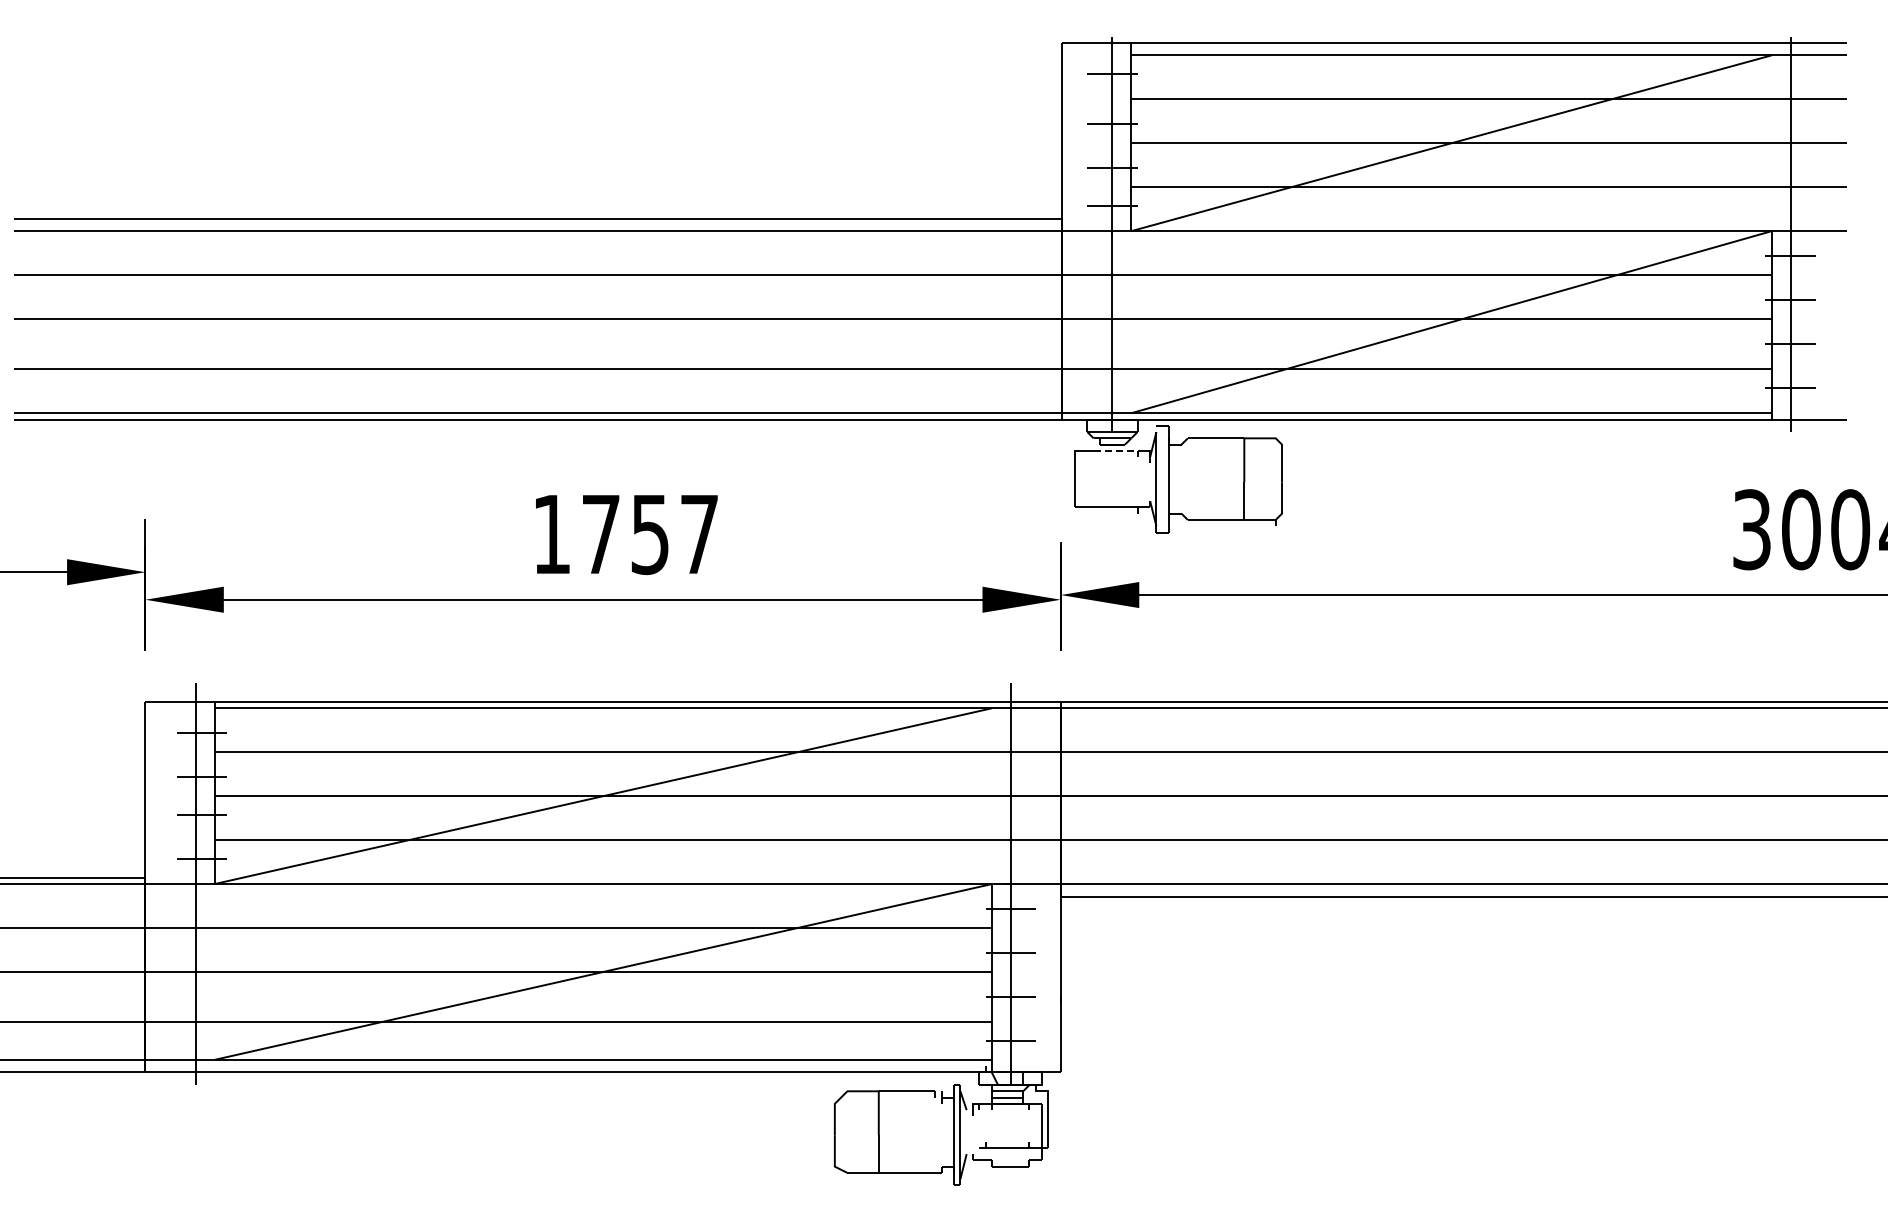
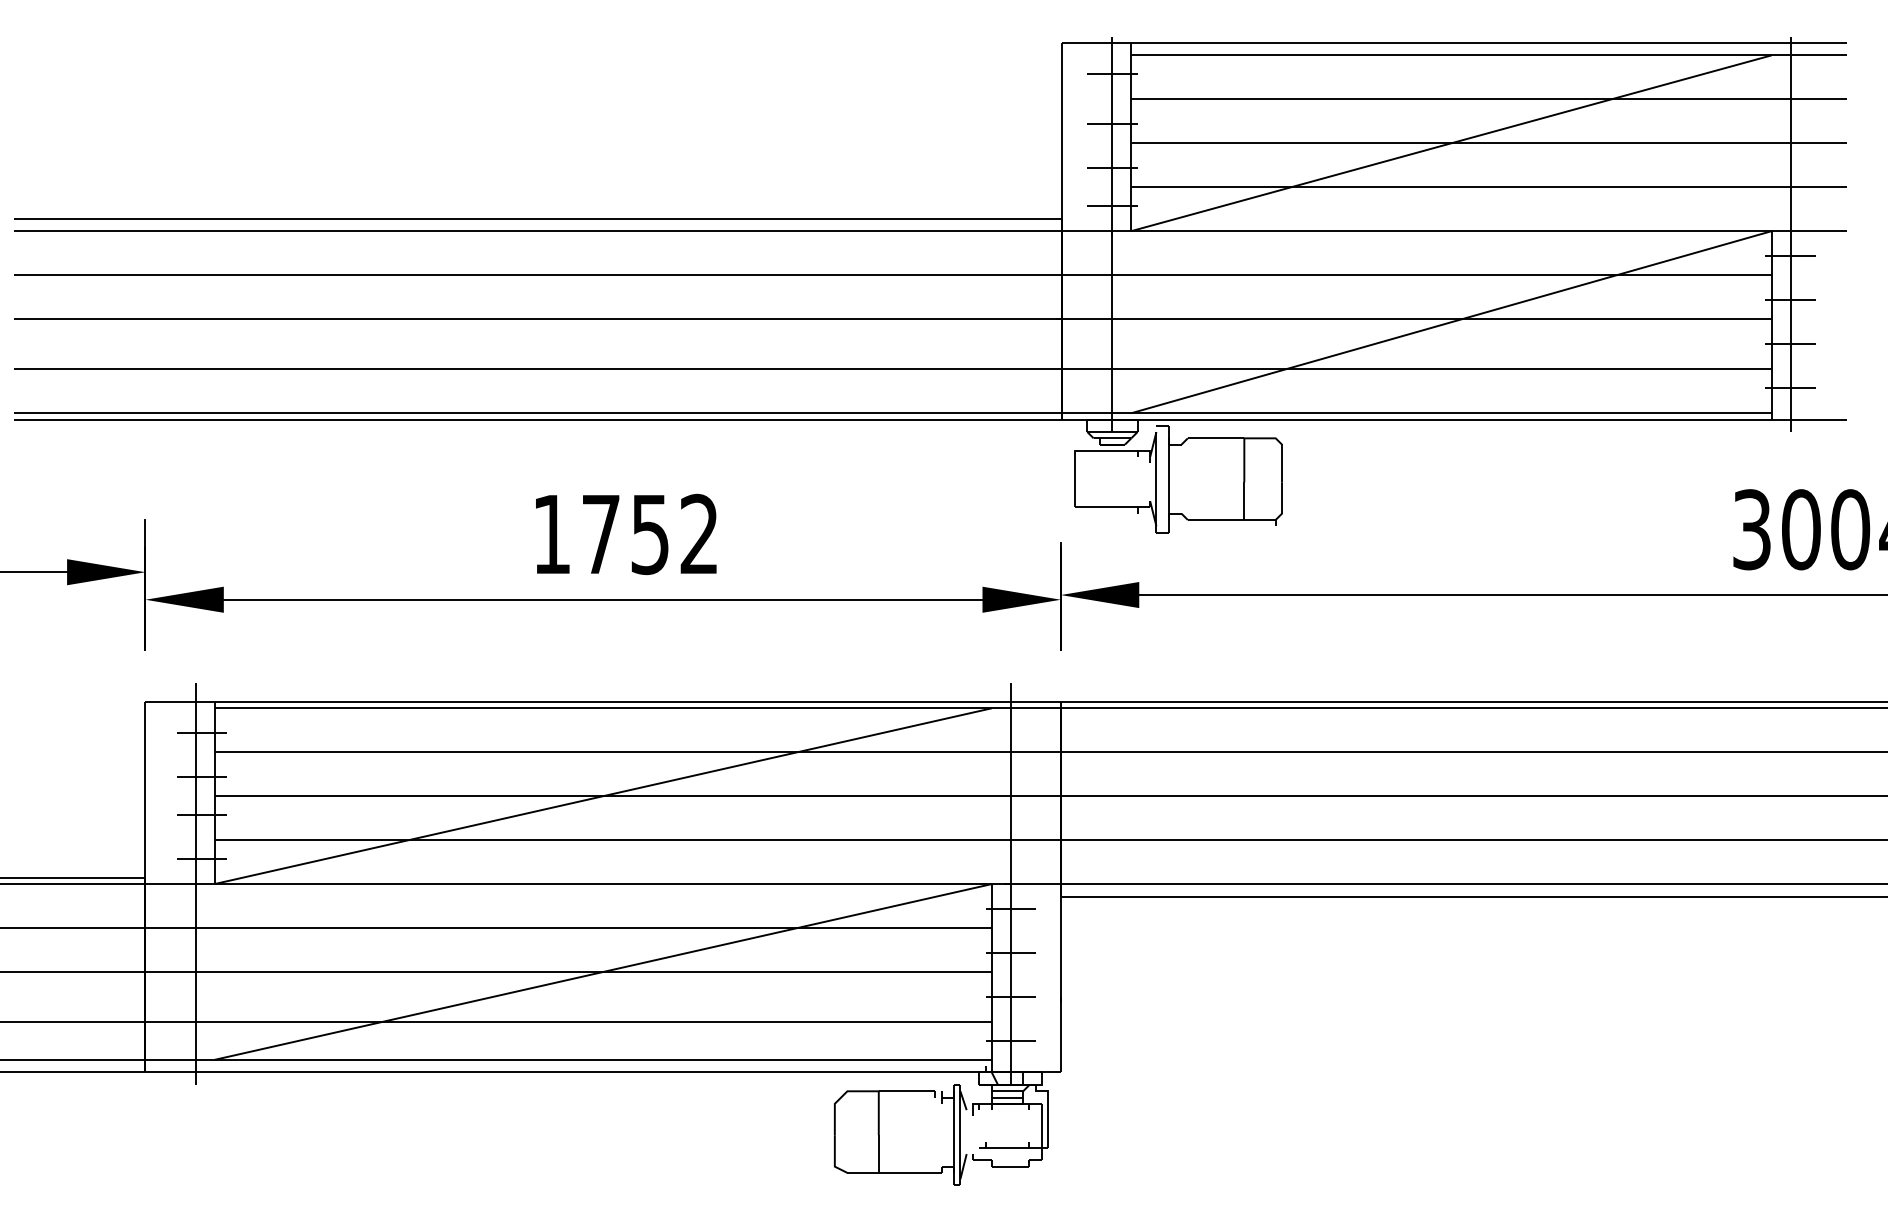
line at (1115, 450): dashed -> solid
text at (698, 533): 1757 -> 1752
